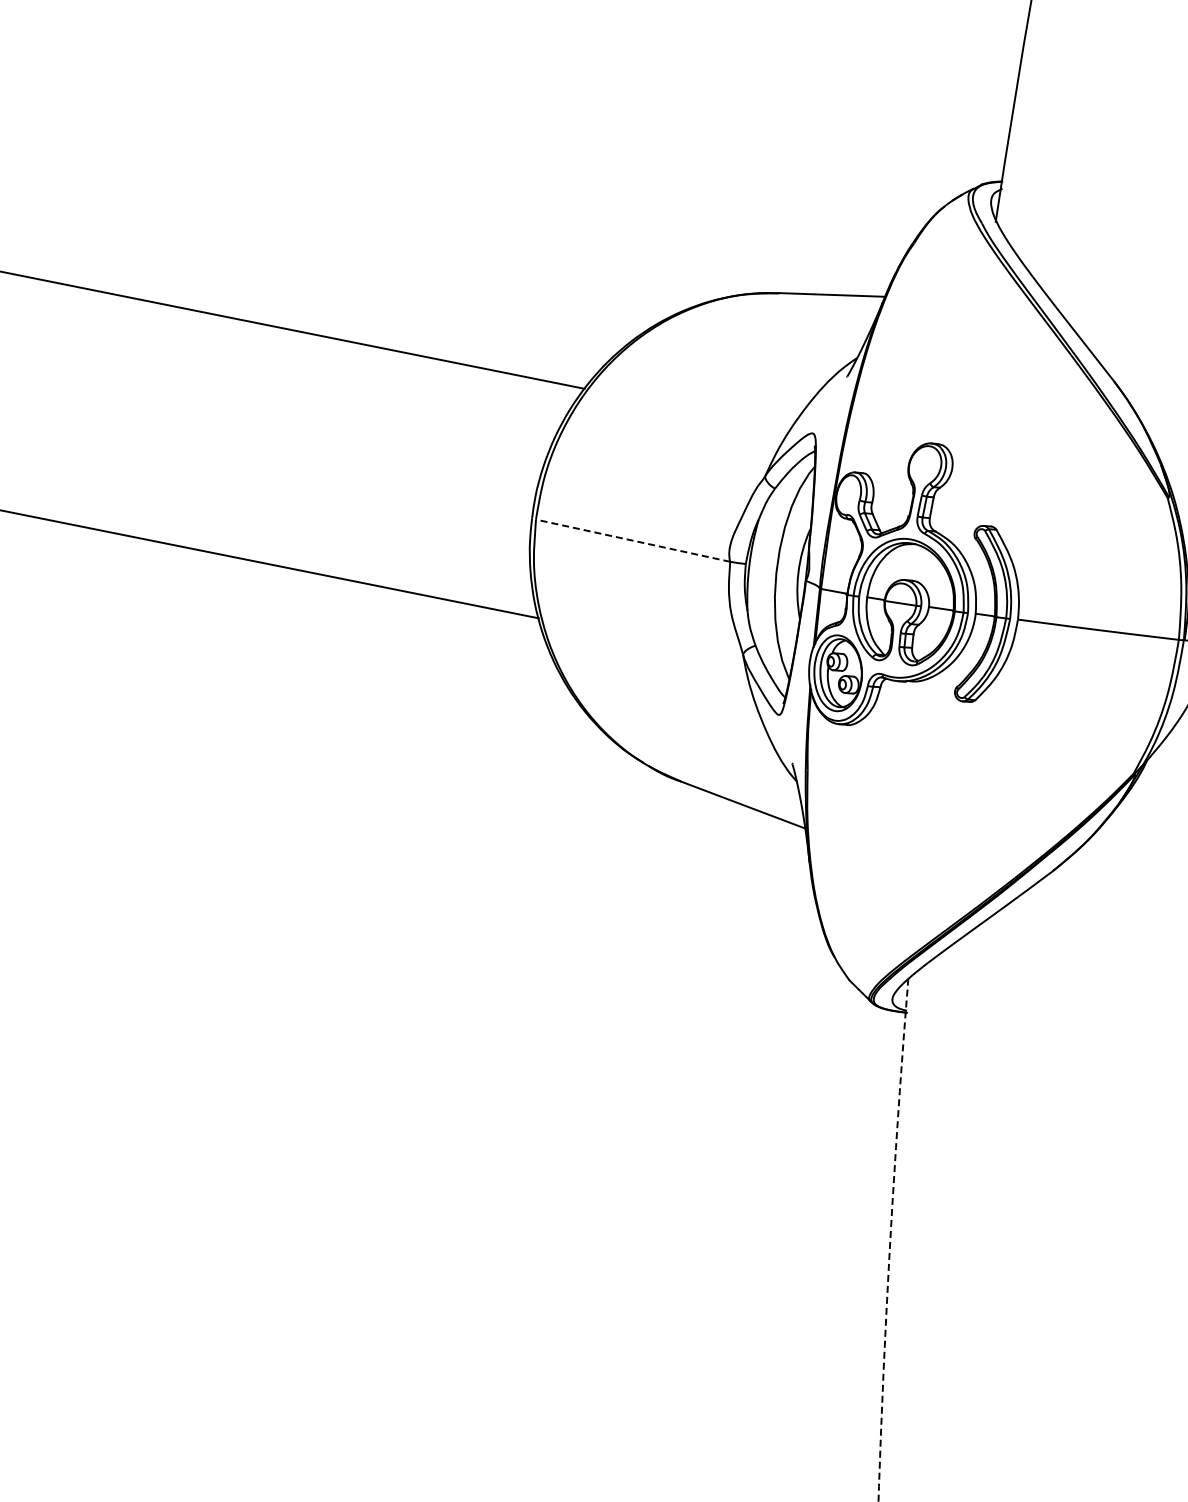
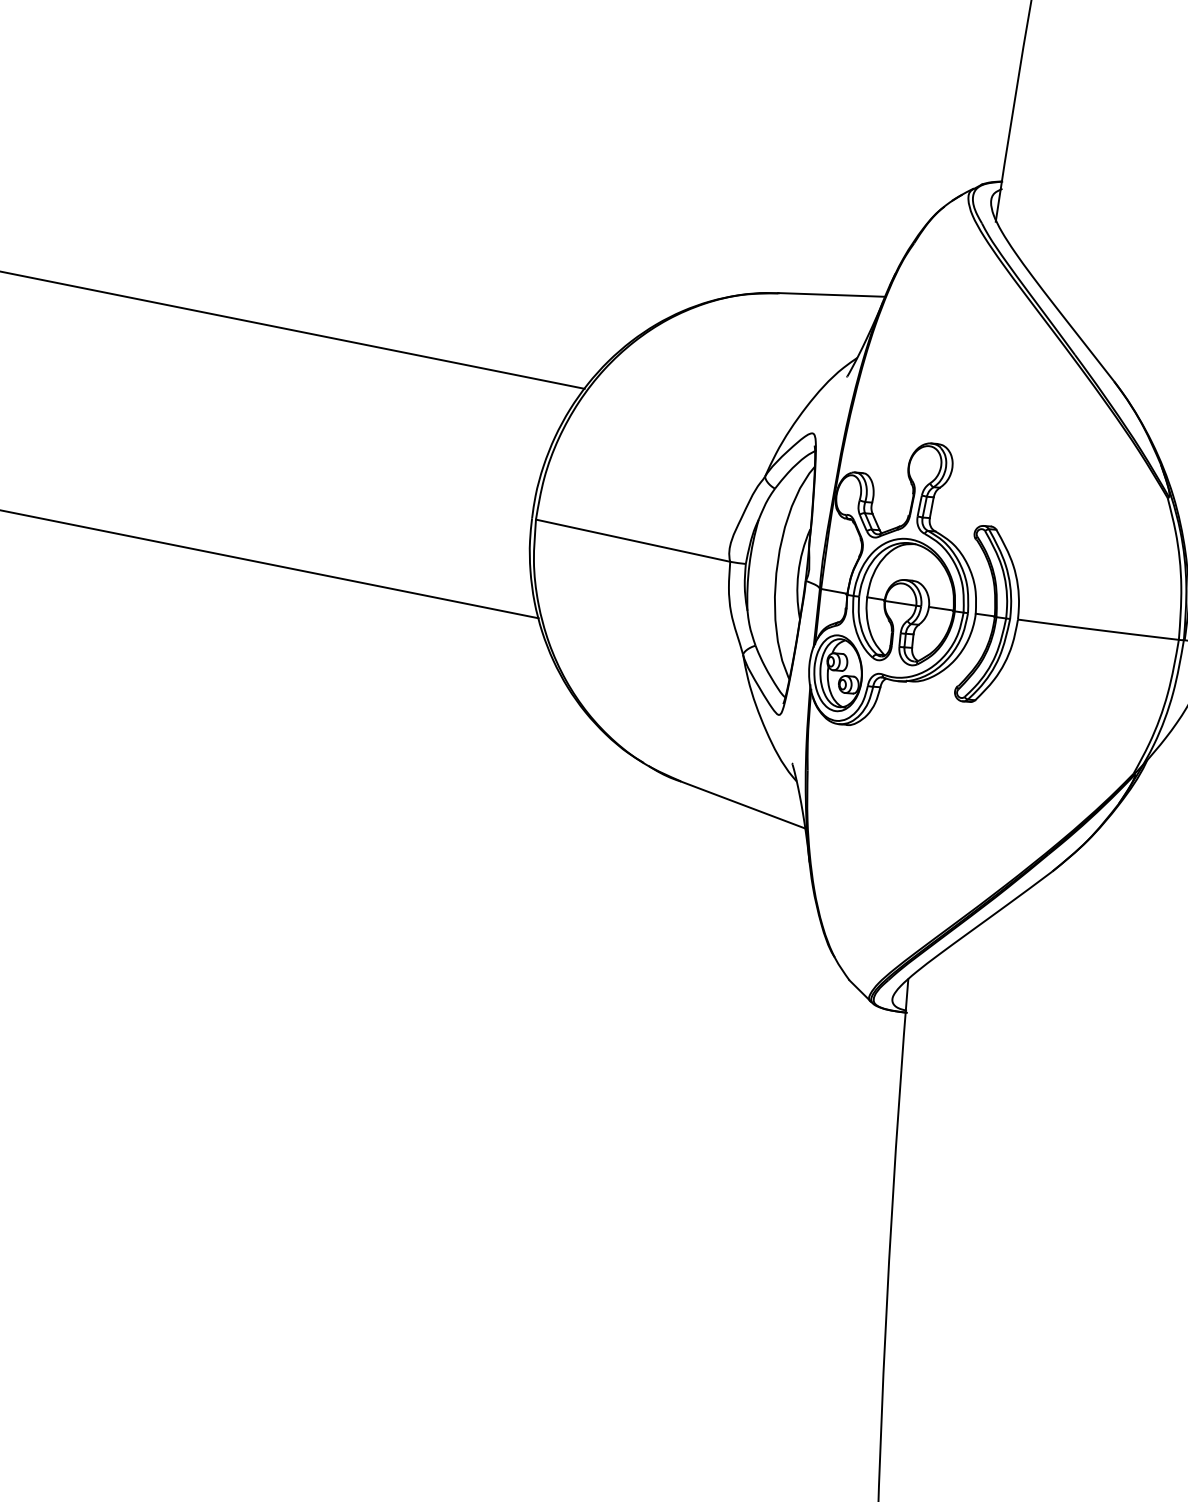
line at (632, 540): dashed -> solid
arc at (890, 1239): dashed -> solid
